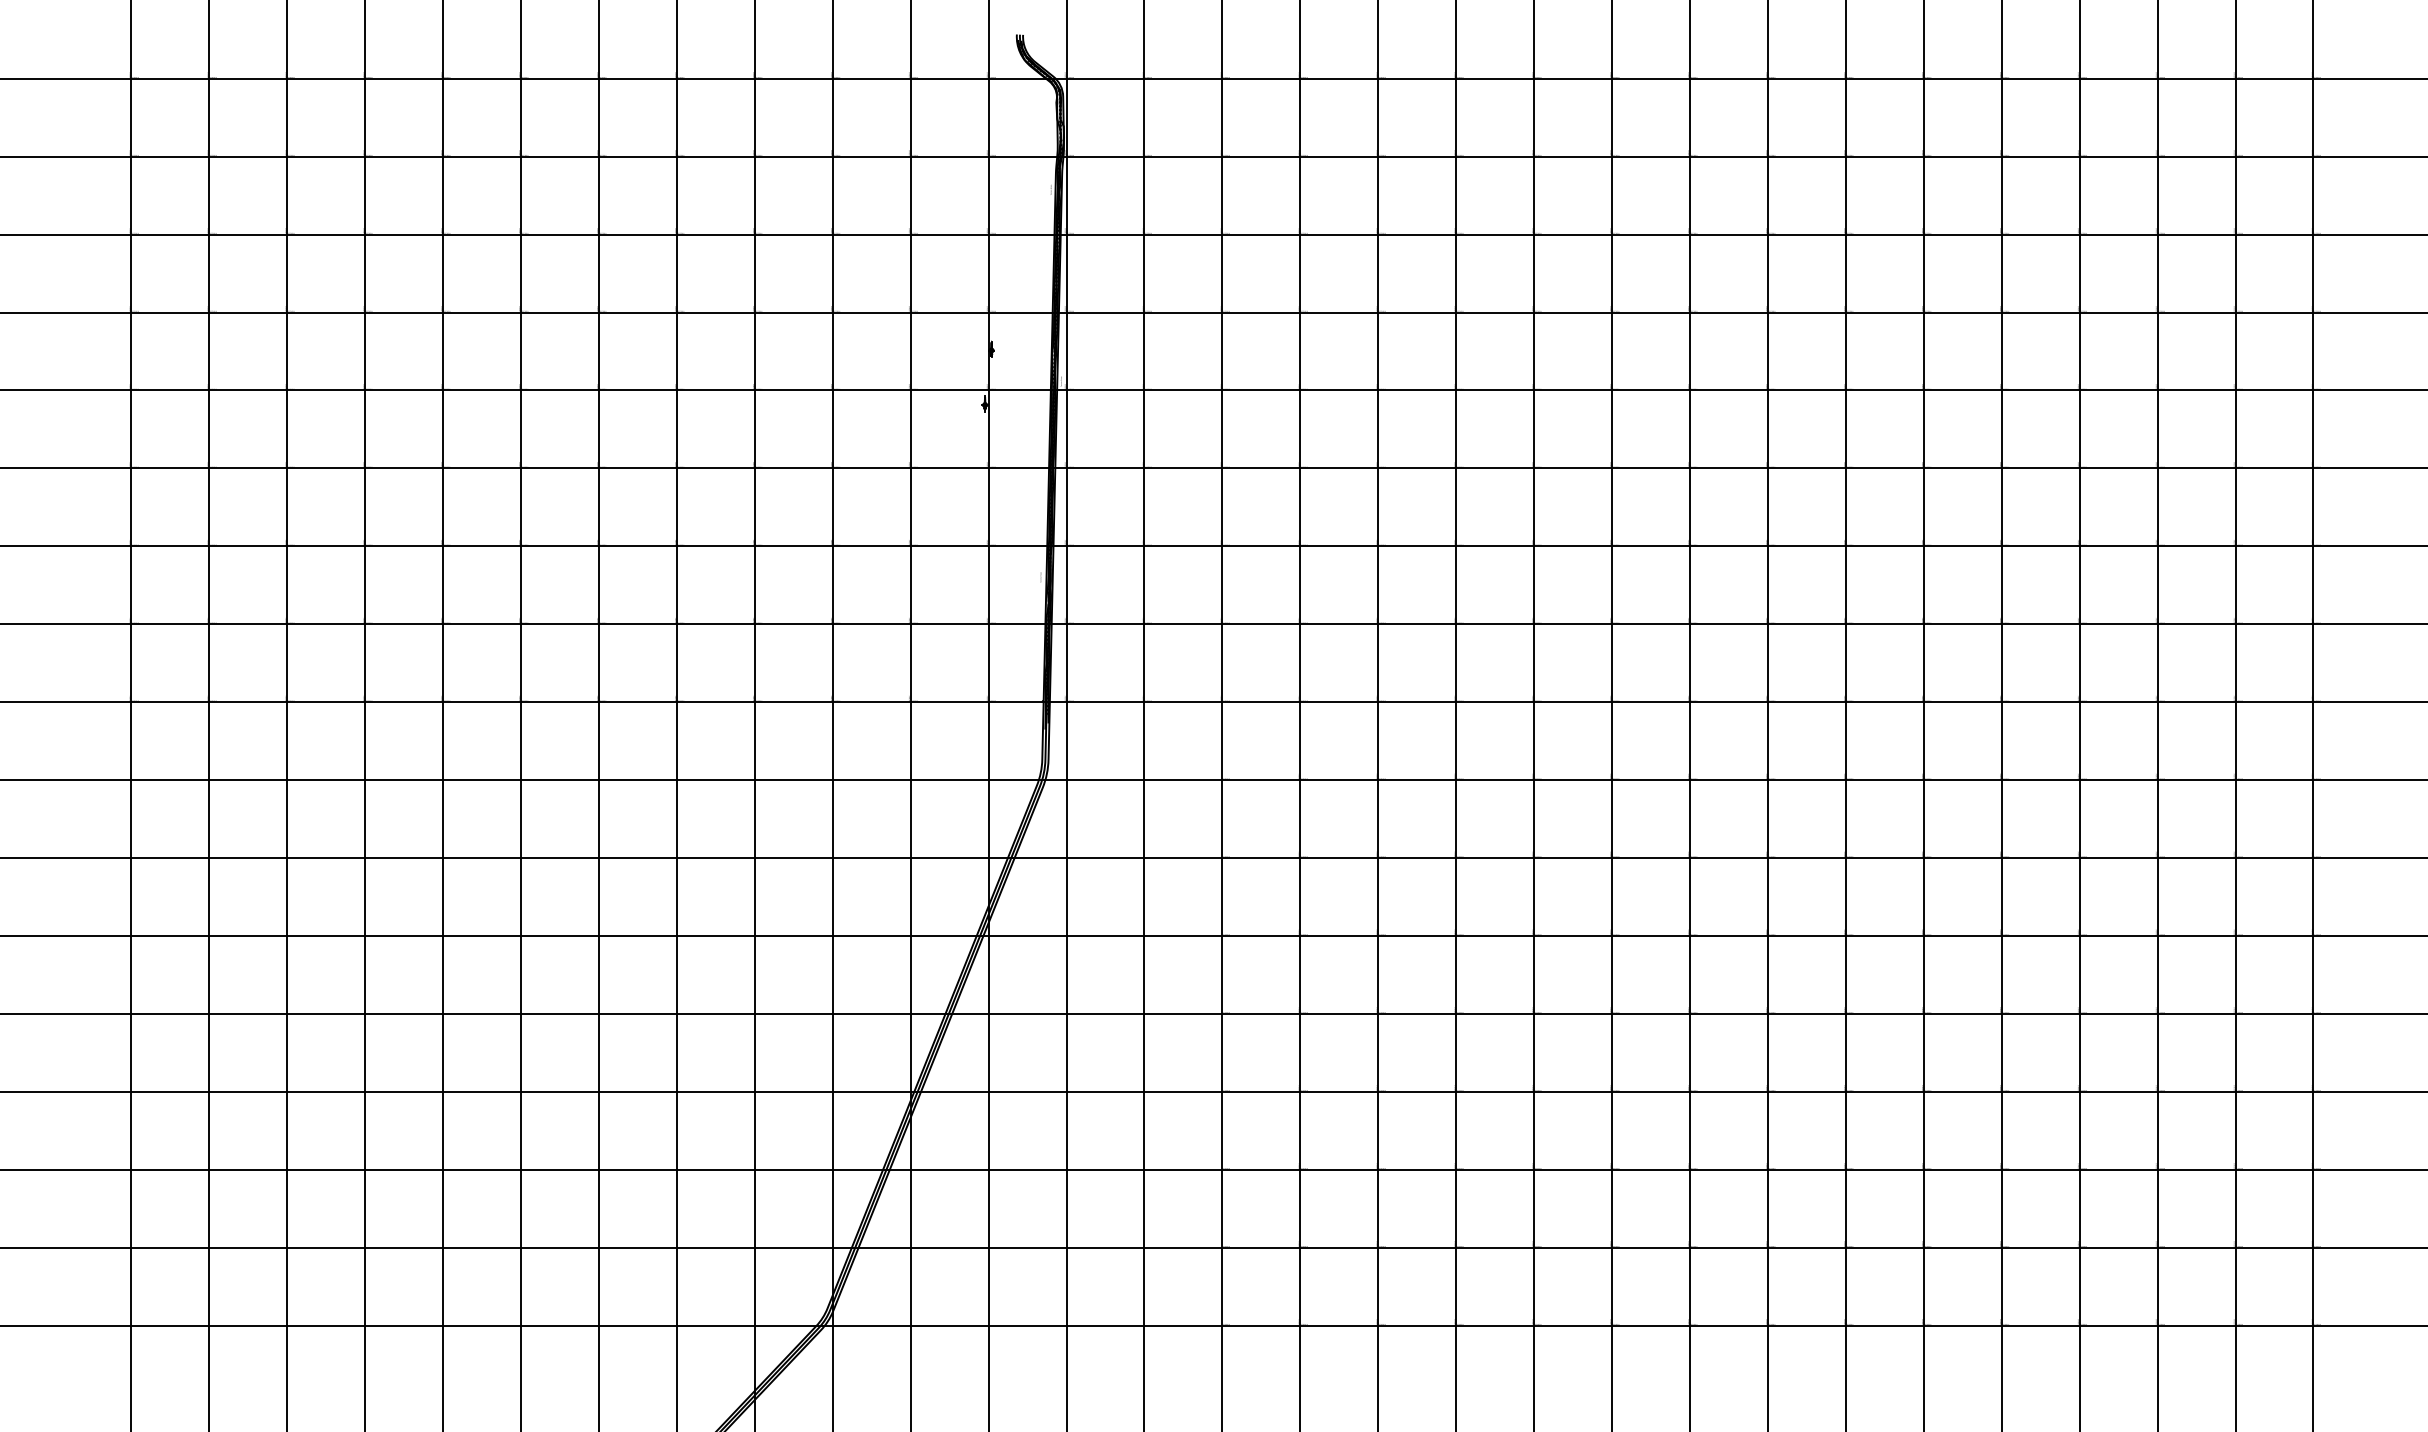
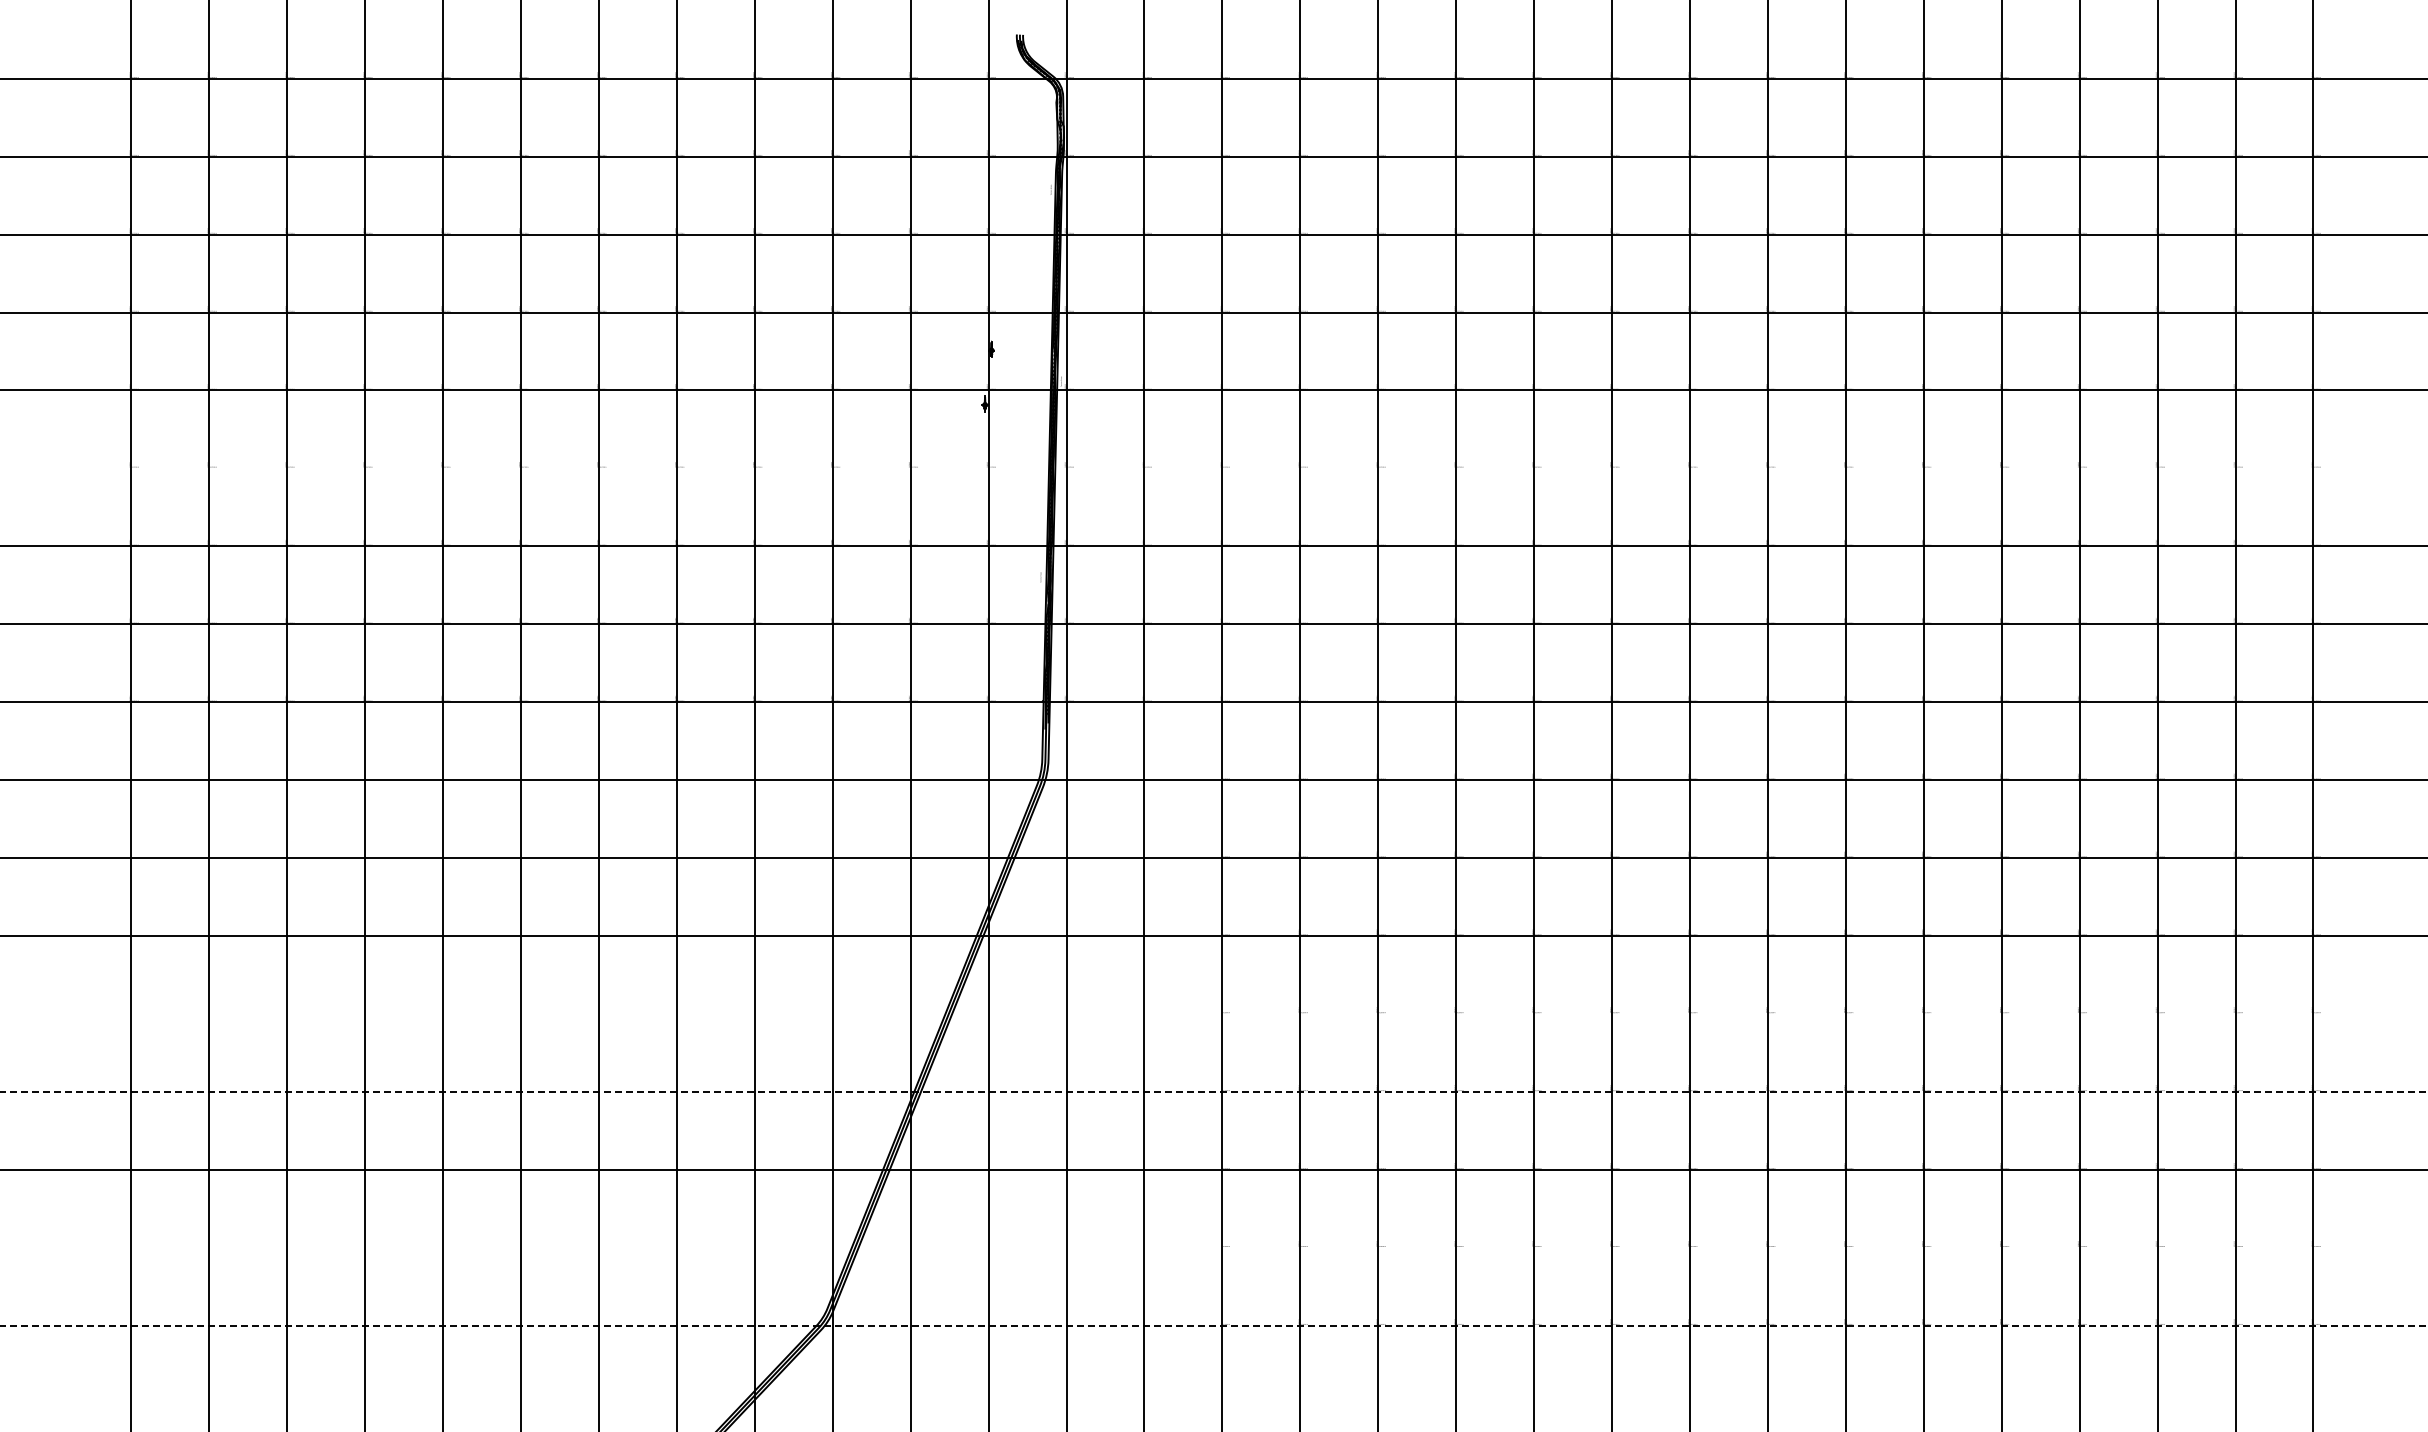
line at (1213, 468): present -> none
line at (1213, 1013): present -> none
line at (1214, 1091): solid -> dashed
line at (1213, 1247): present -> none
line at (1214, 1325): solid -> dashed
